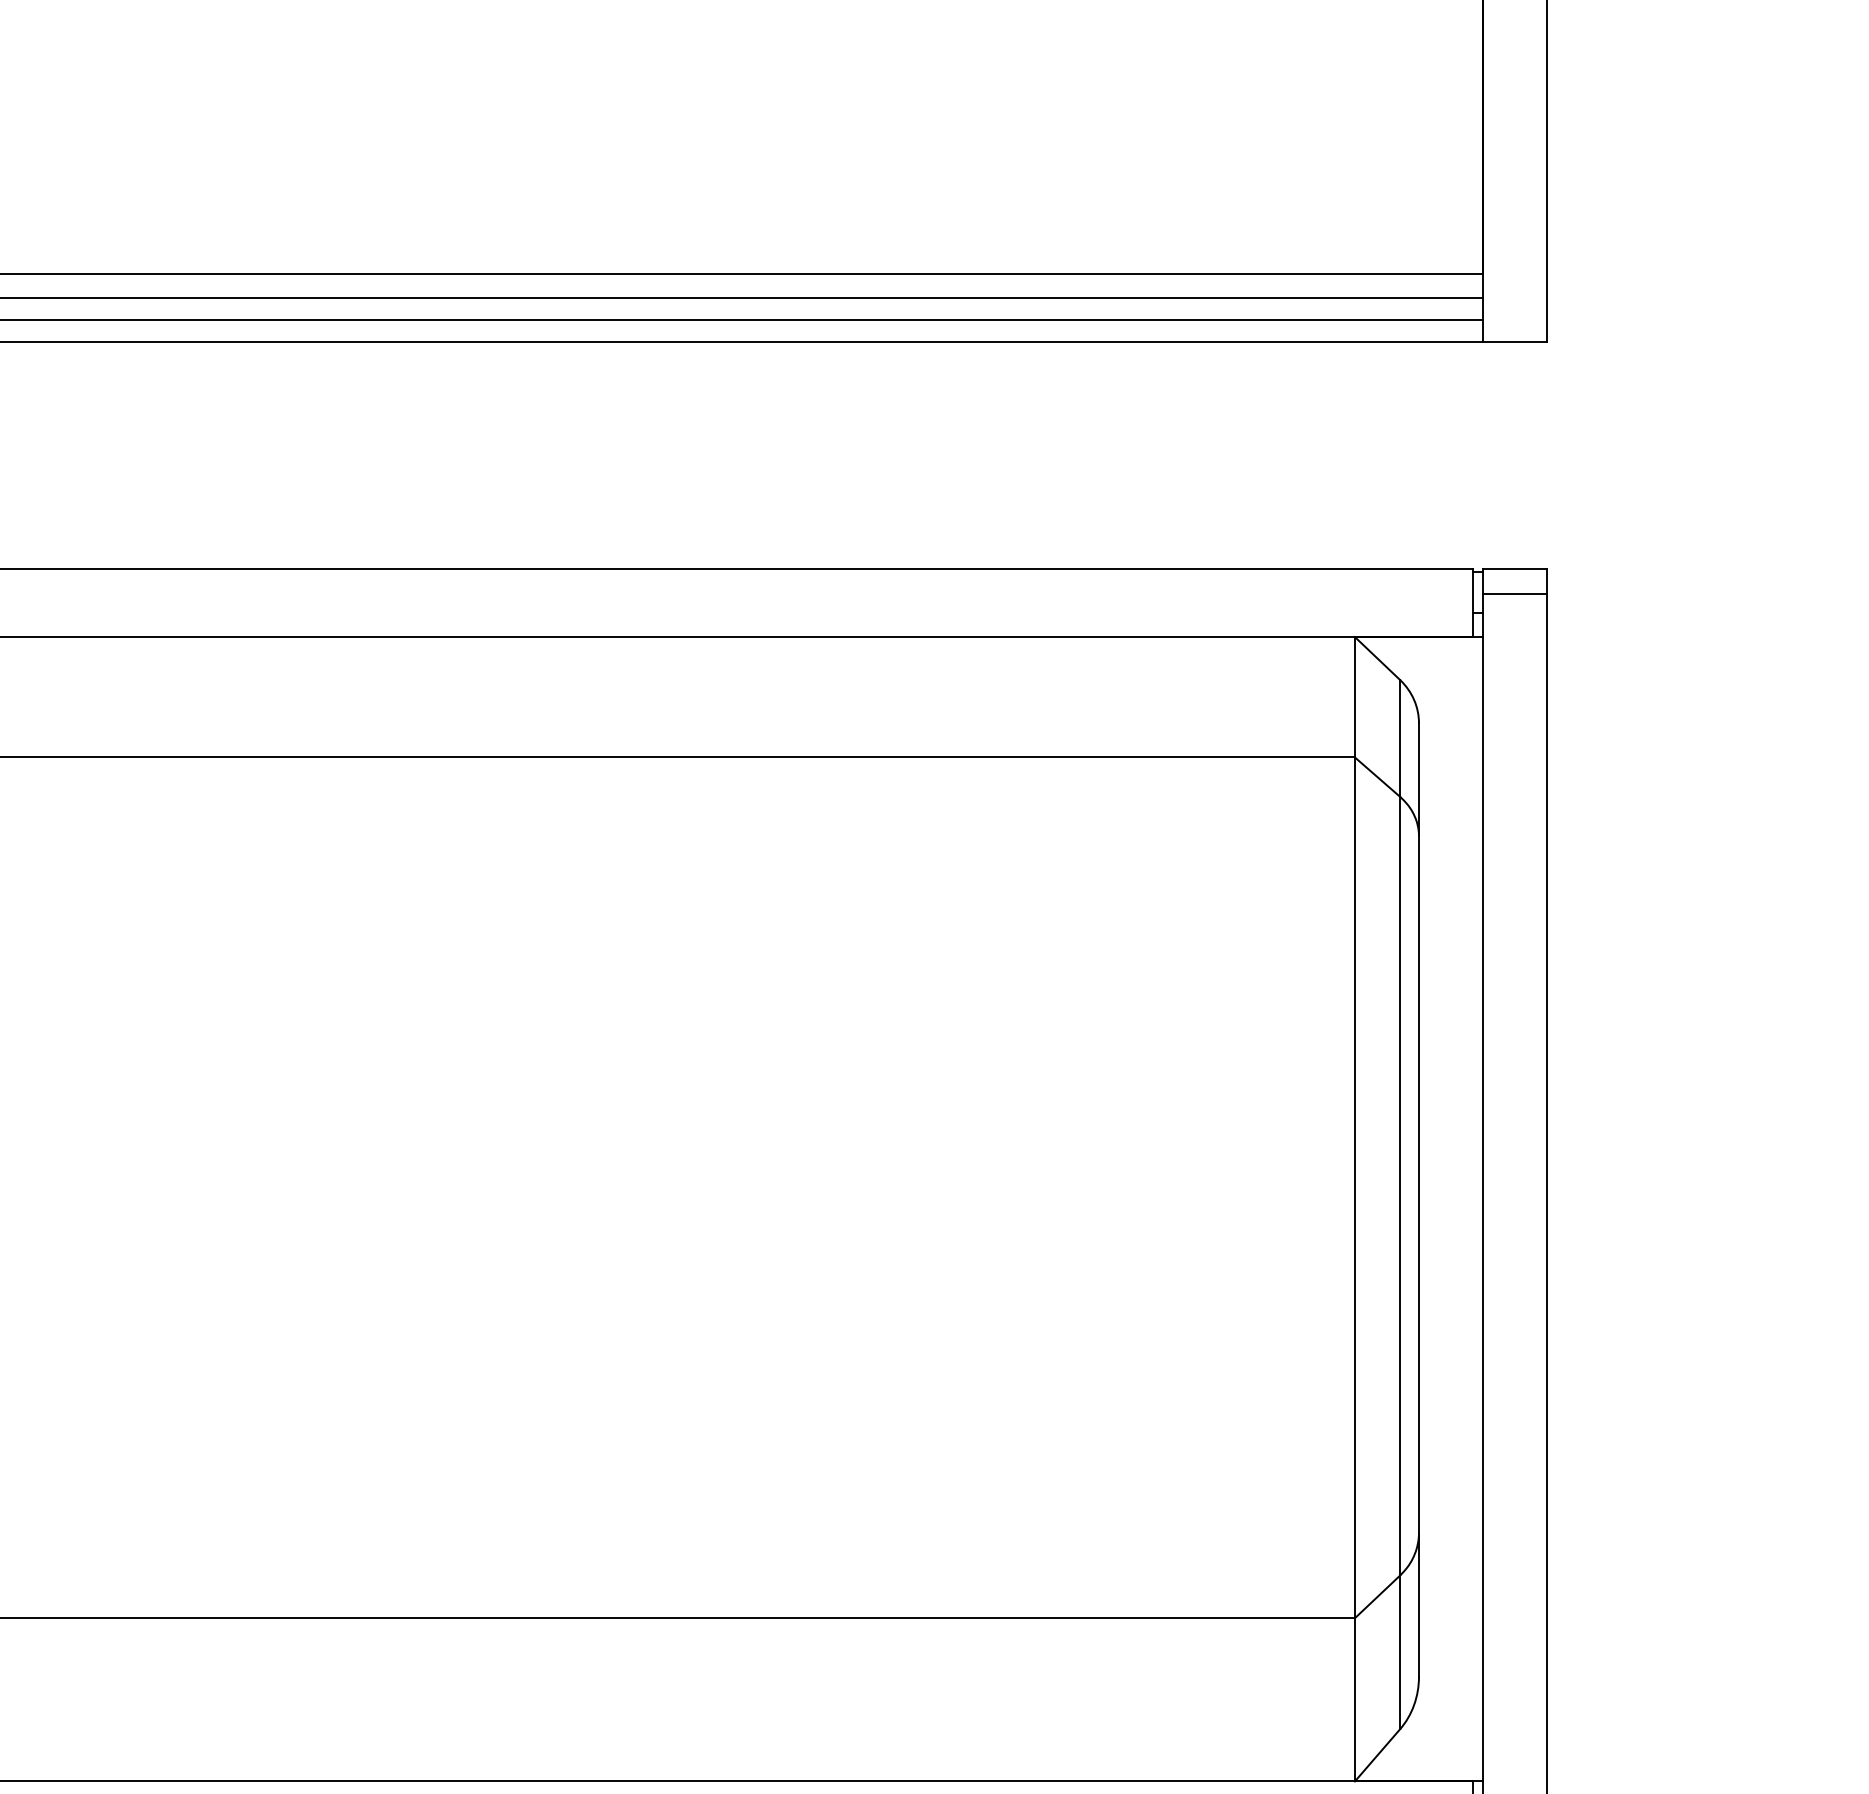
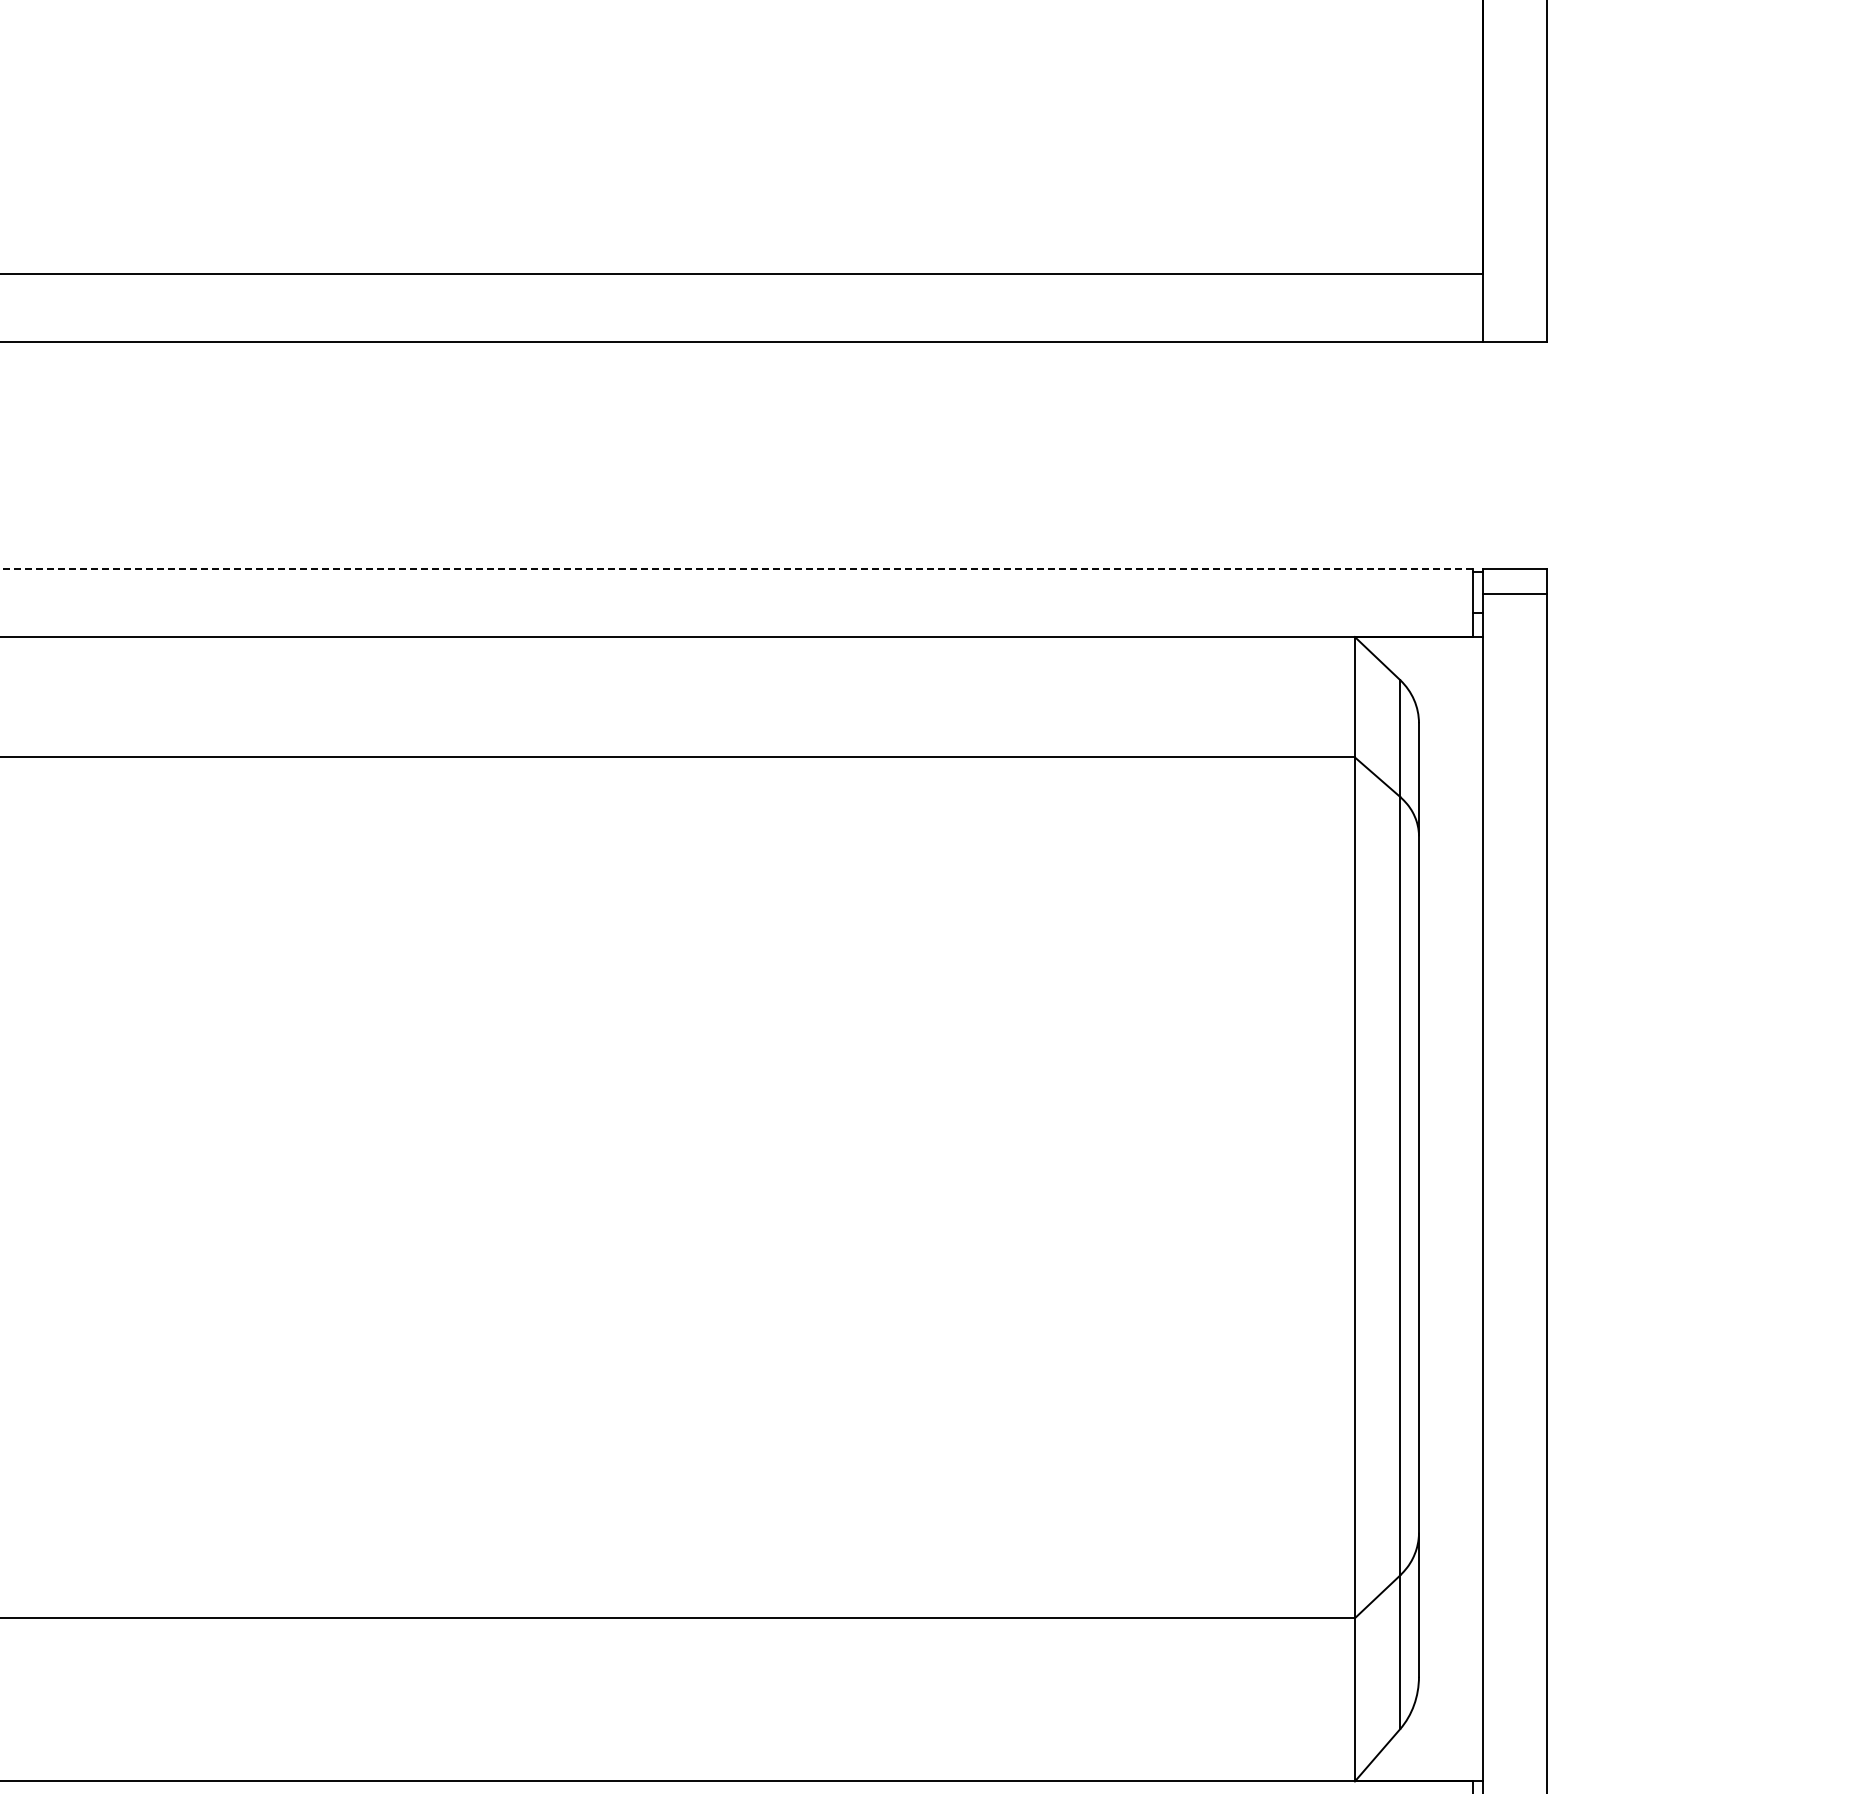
line at (742, 298): present -> none
line at (742, 320): present -> none
line at (736, 569): solid -> dashed
